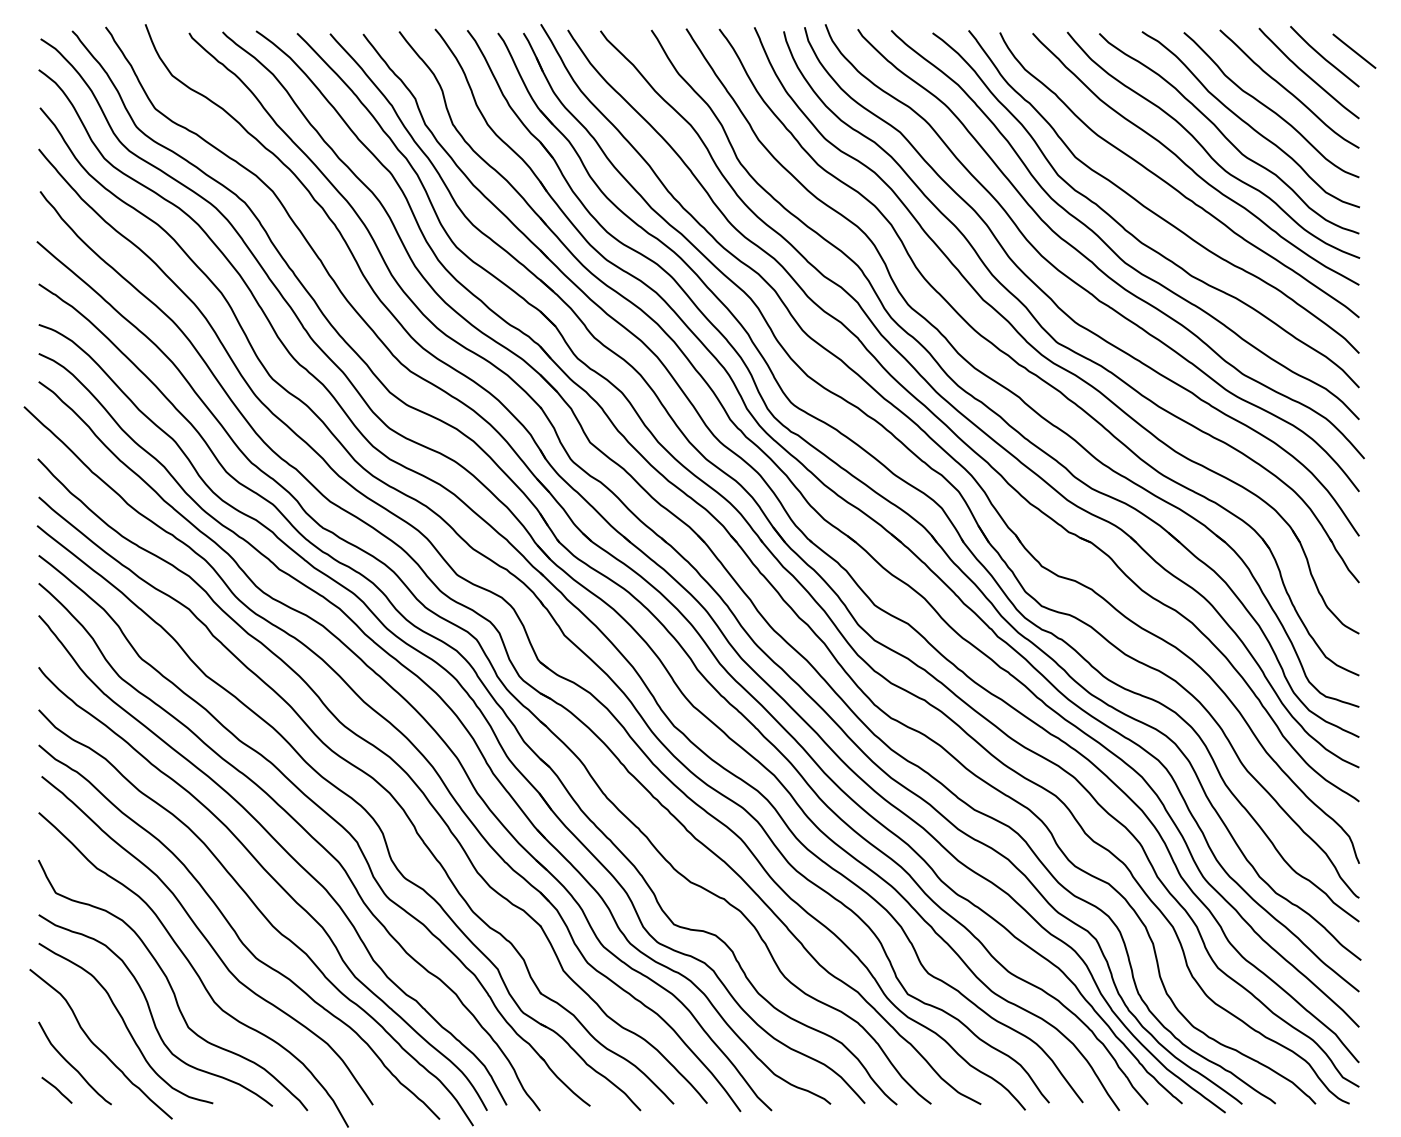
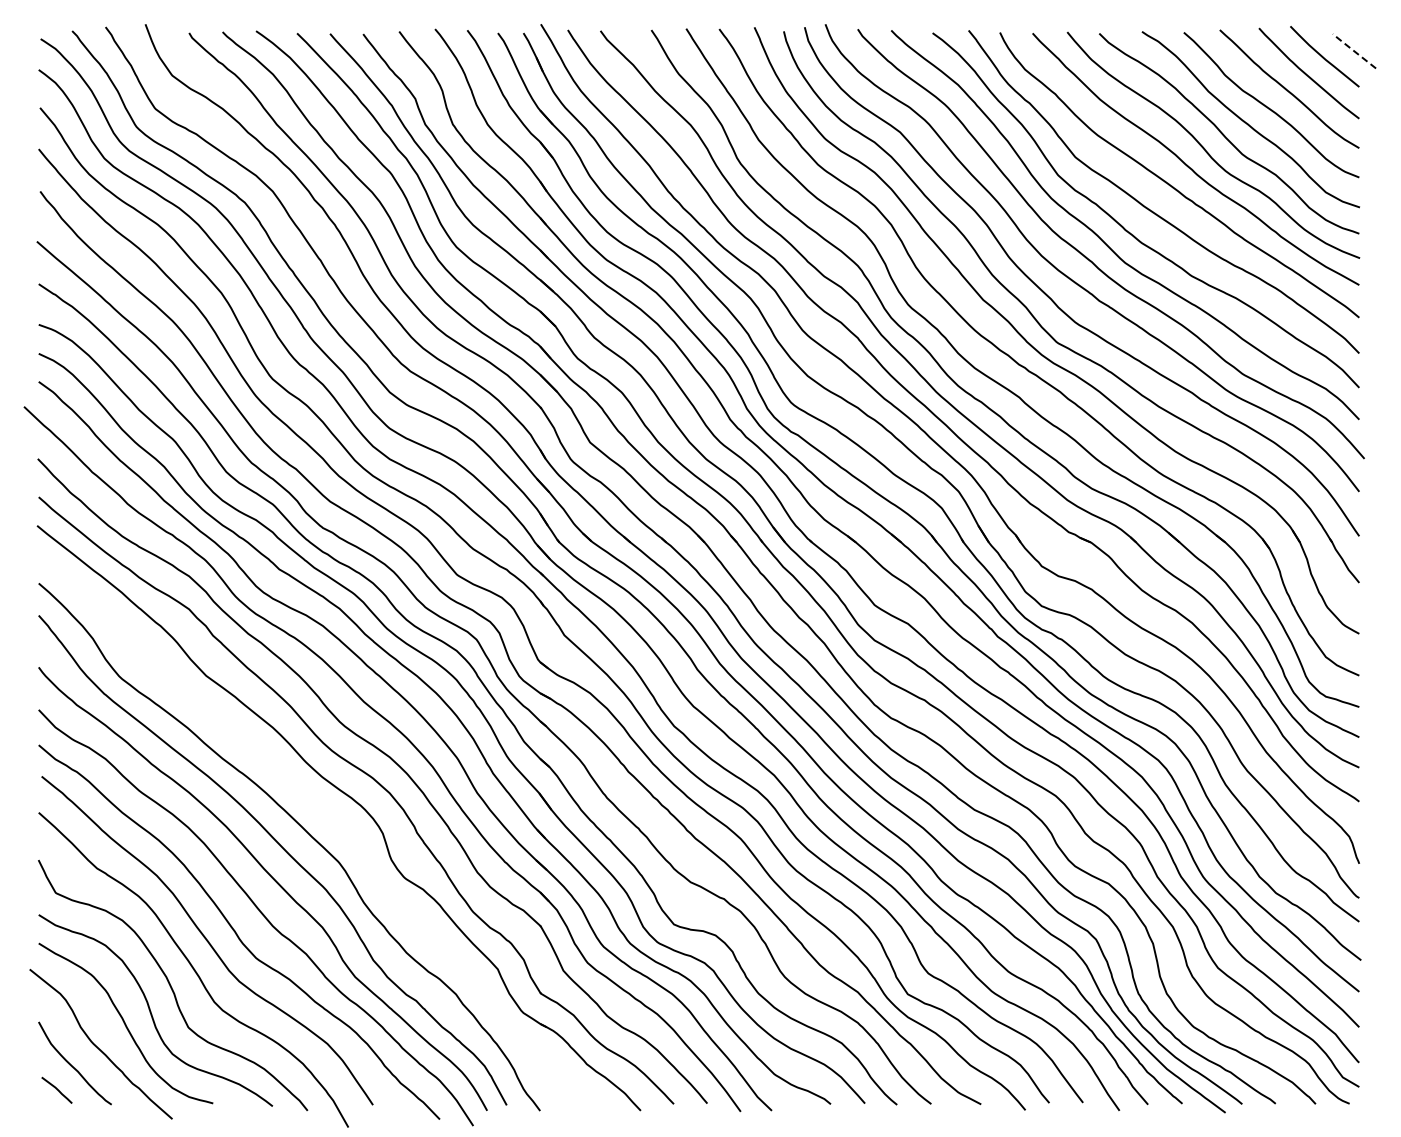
line at (1353, 50): solid -> dashed
part at (328, 816): present -> none
